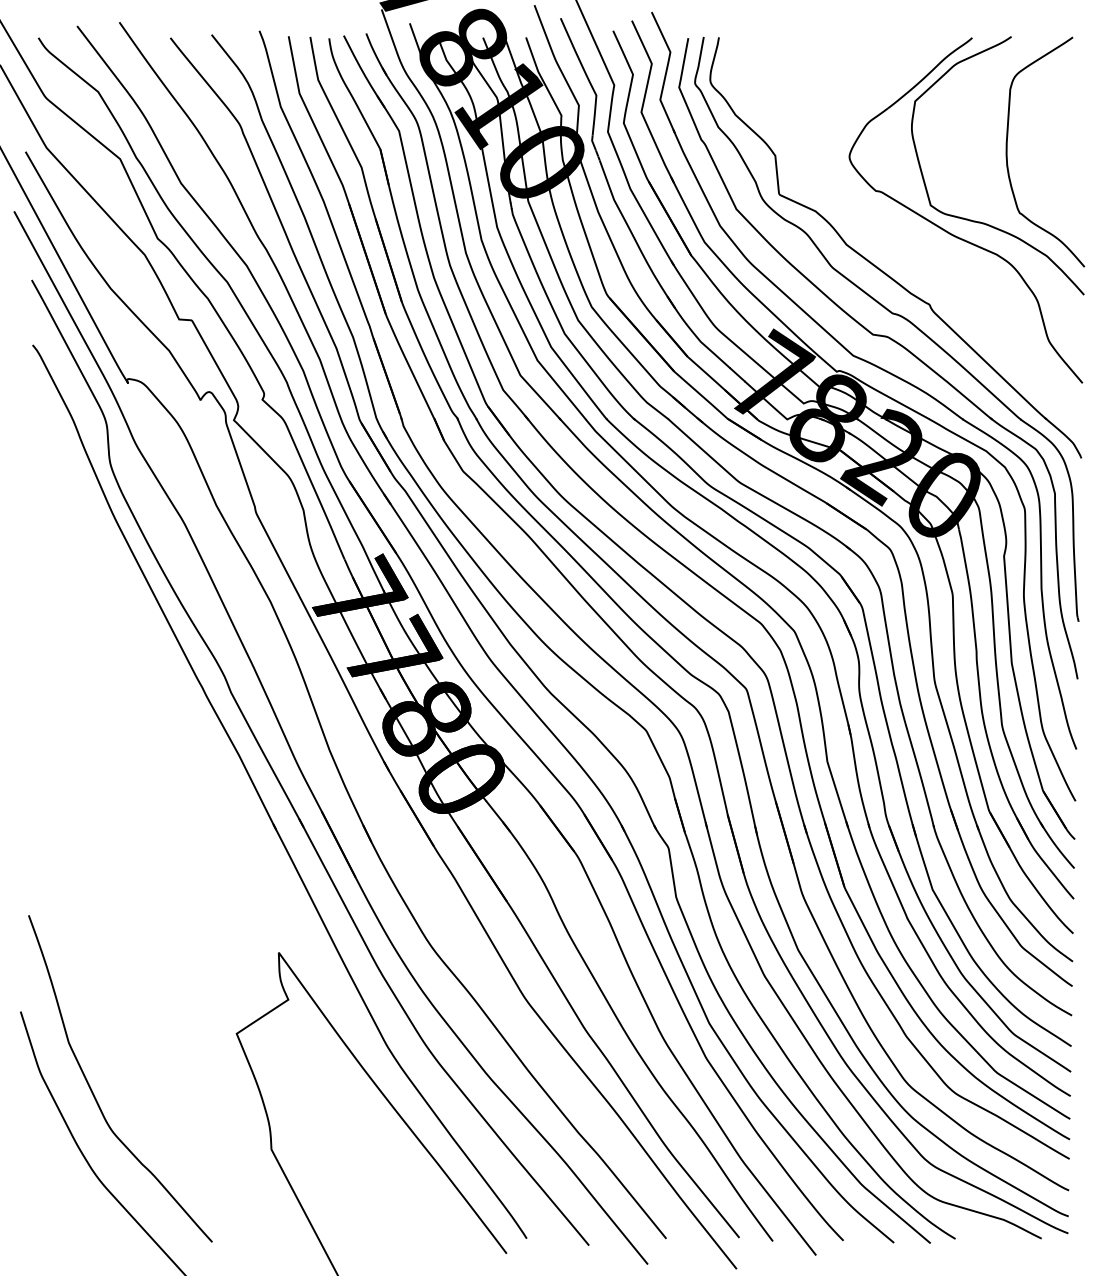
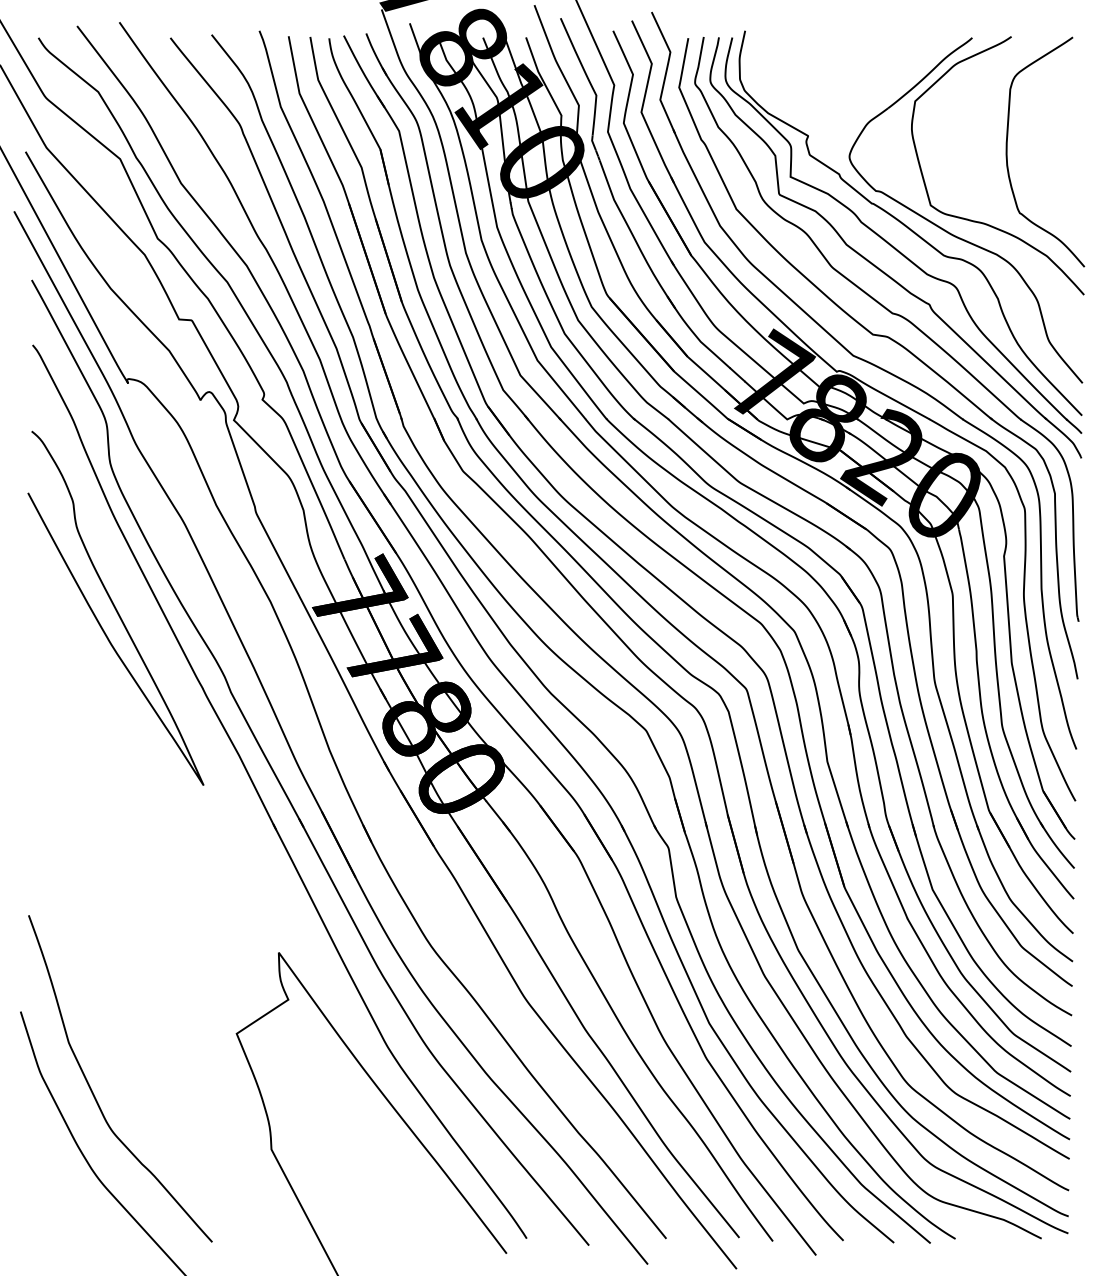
part at (903, 231): none -> present
curve at (115, 607): none -> present
